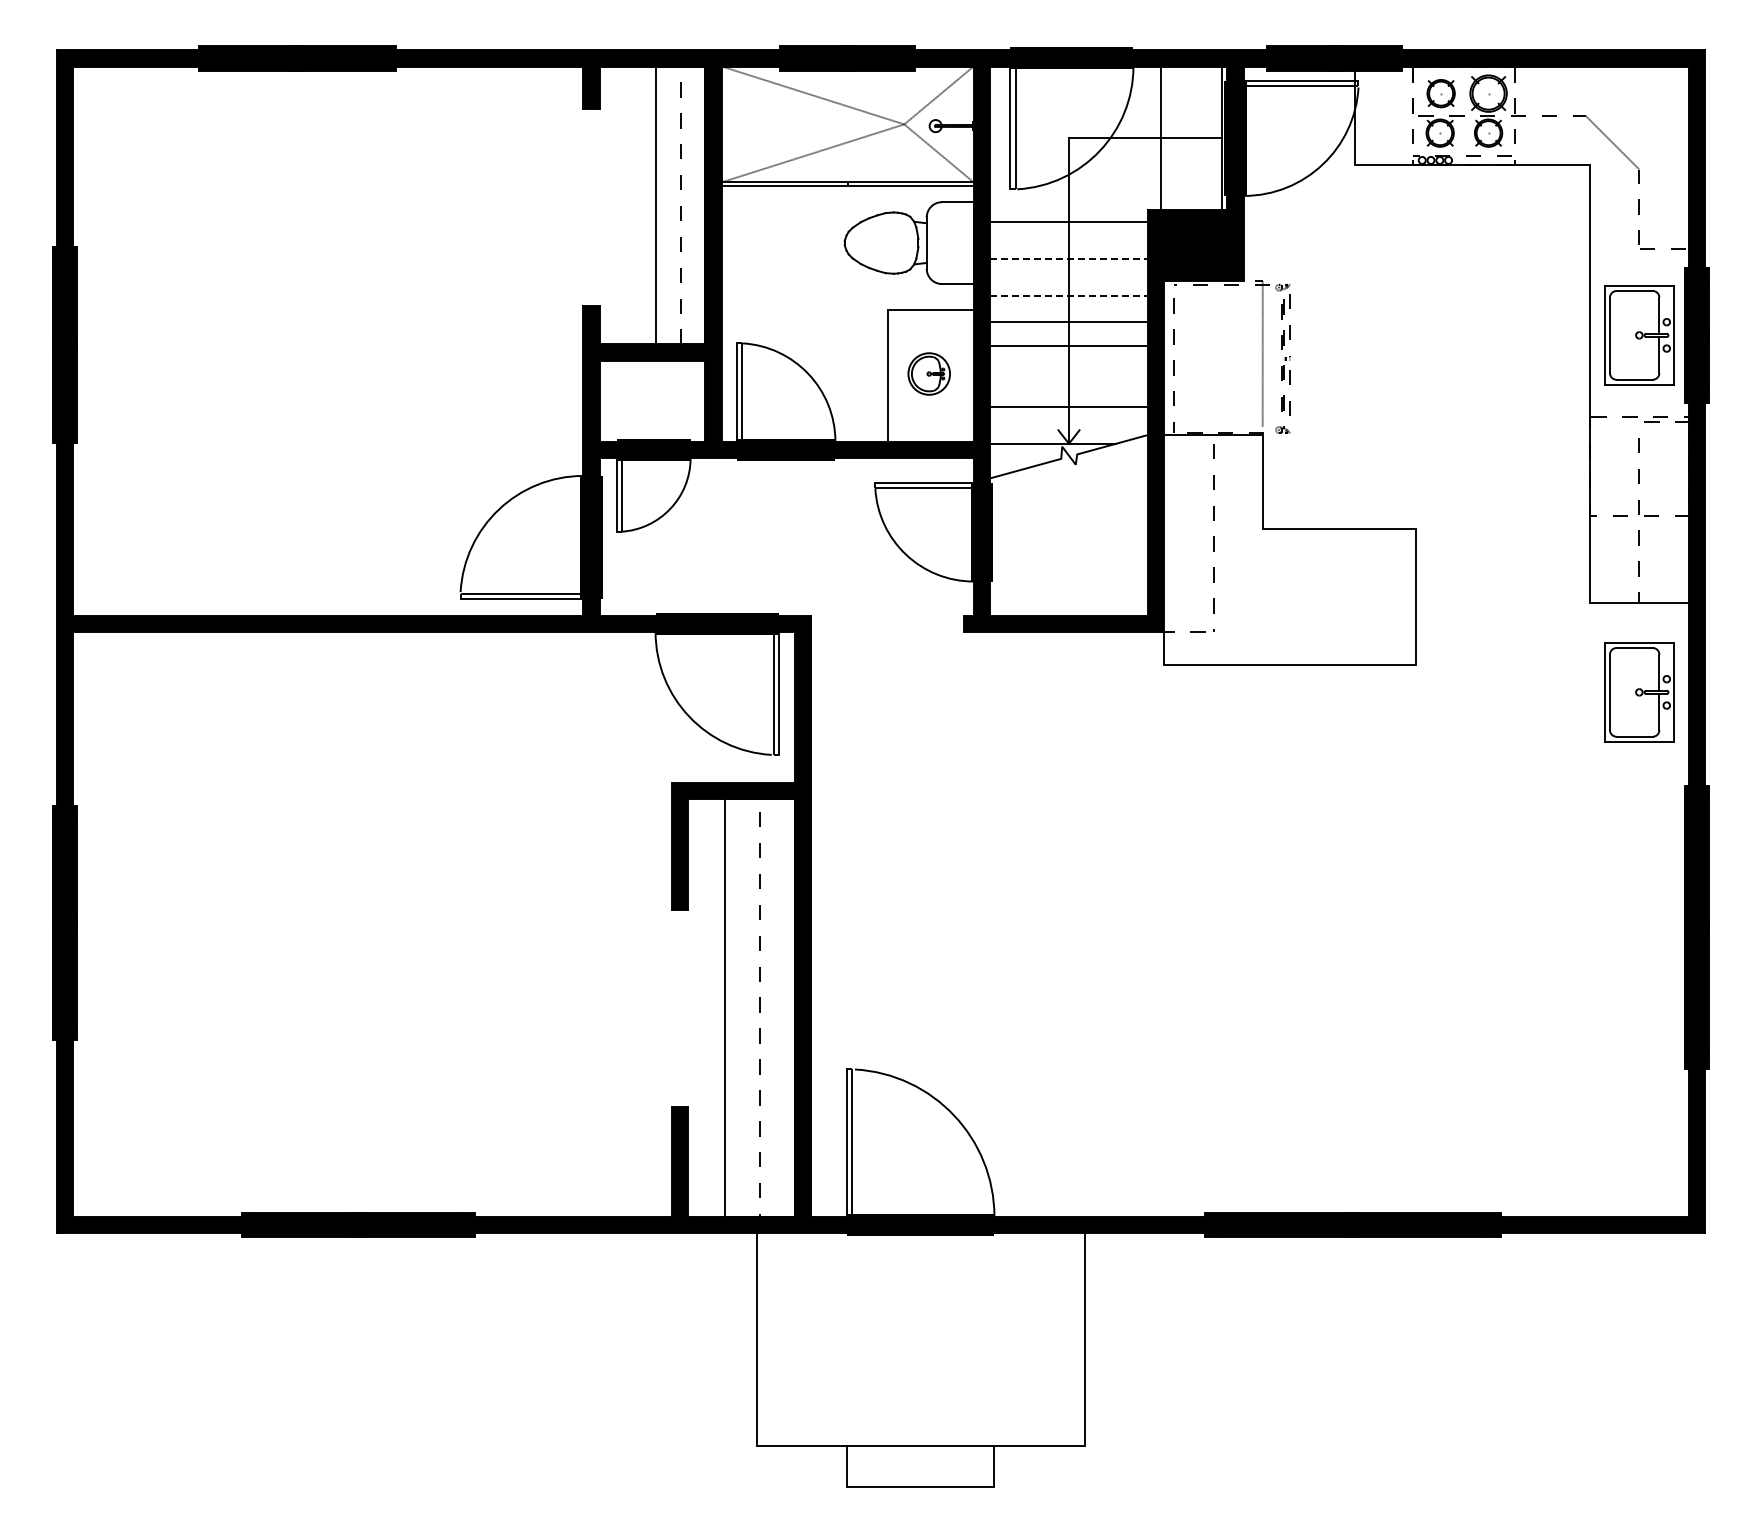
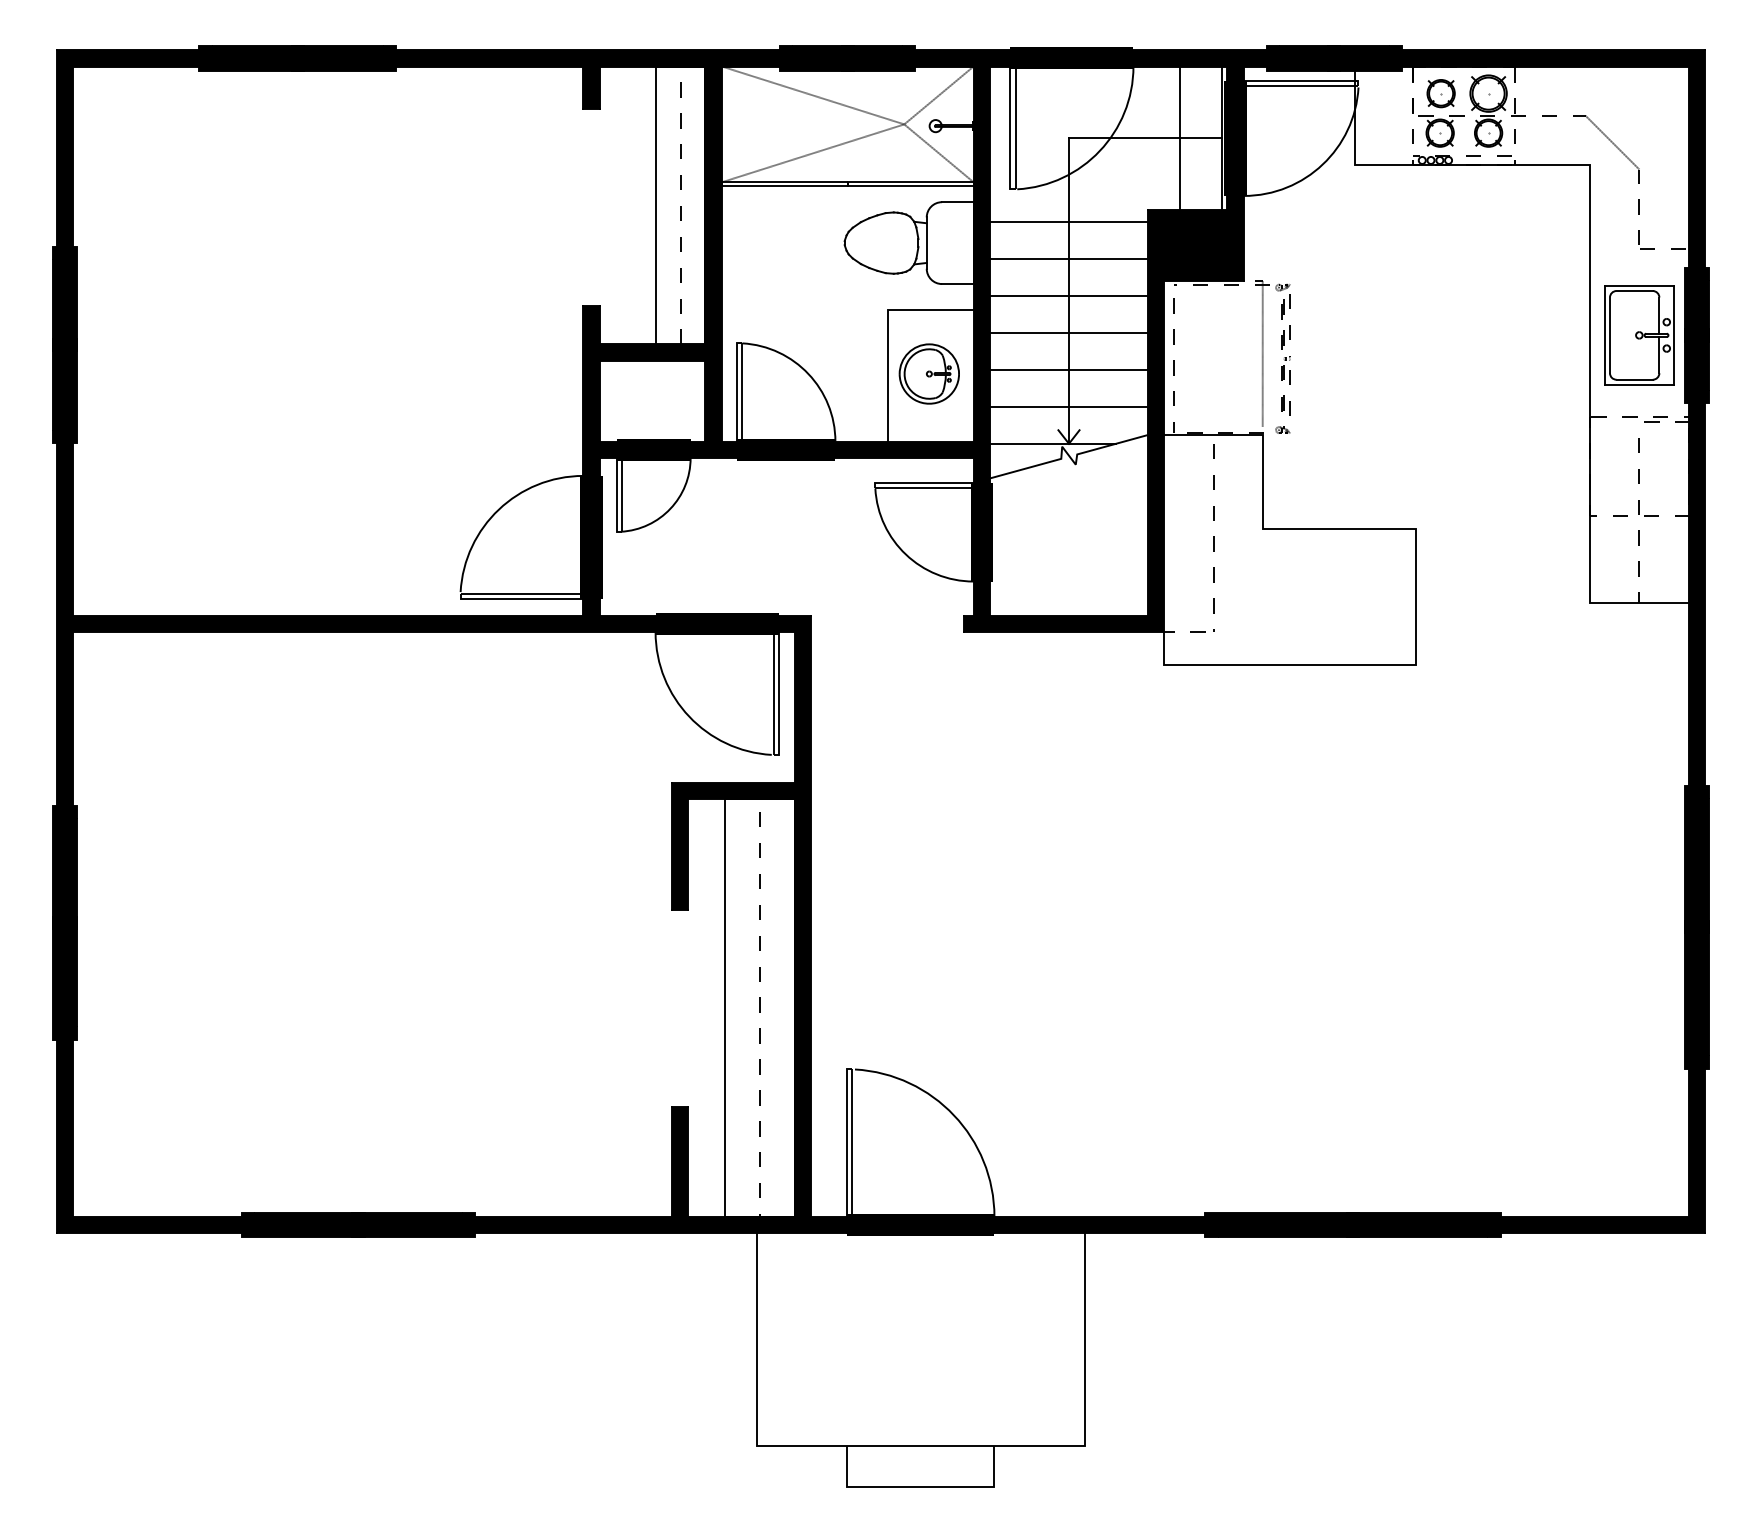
line at (1160, 137) position: (1160, 137) -> (1179, 137)
line at (1068, 259): dashed -> solid
line at (1068, 296): dashed -> solid
line at (1068, 322) position: (1068, 322) -> (1068, 333)
line at (1068, 345) position: (1068, 345) -> (1068, 369)
part at (928, 373) size: 44x44 px -> 62x62 px
part at (1639, 692): present -> none
